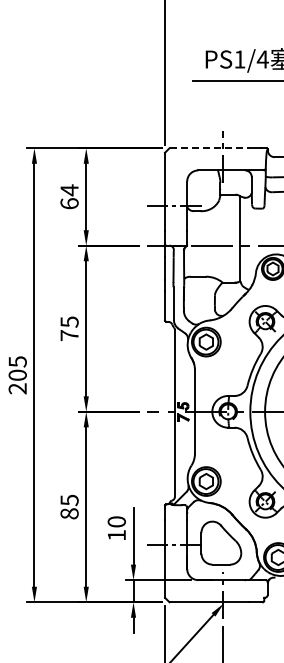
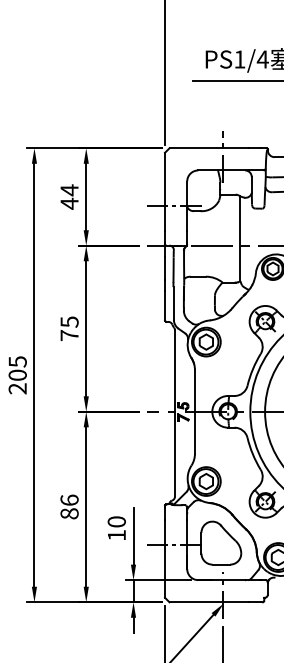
line at (209, 148): dashed -> solid
text at (69, 203): 64 -> 44
text at (69, 500): 85 -> 86
